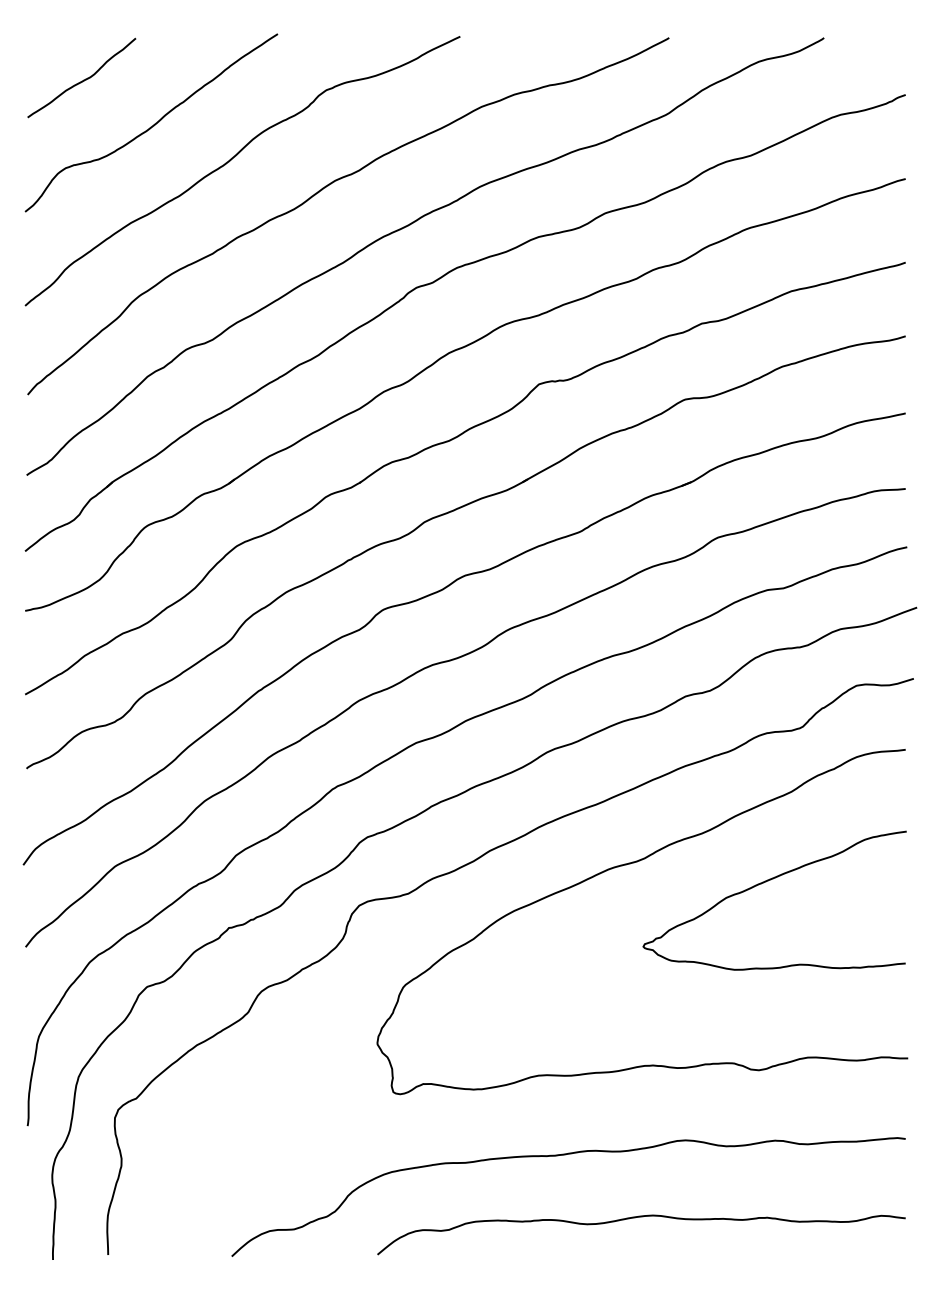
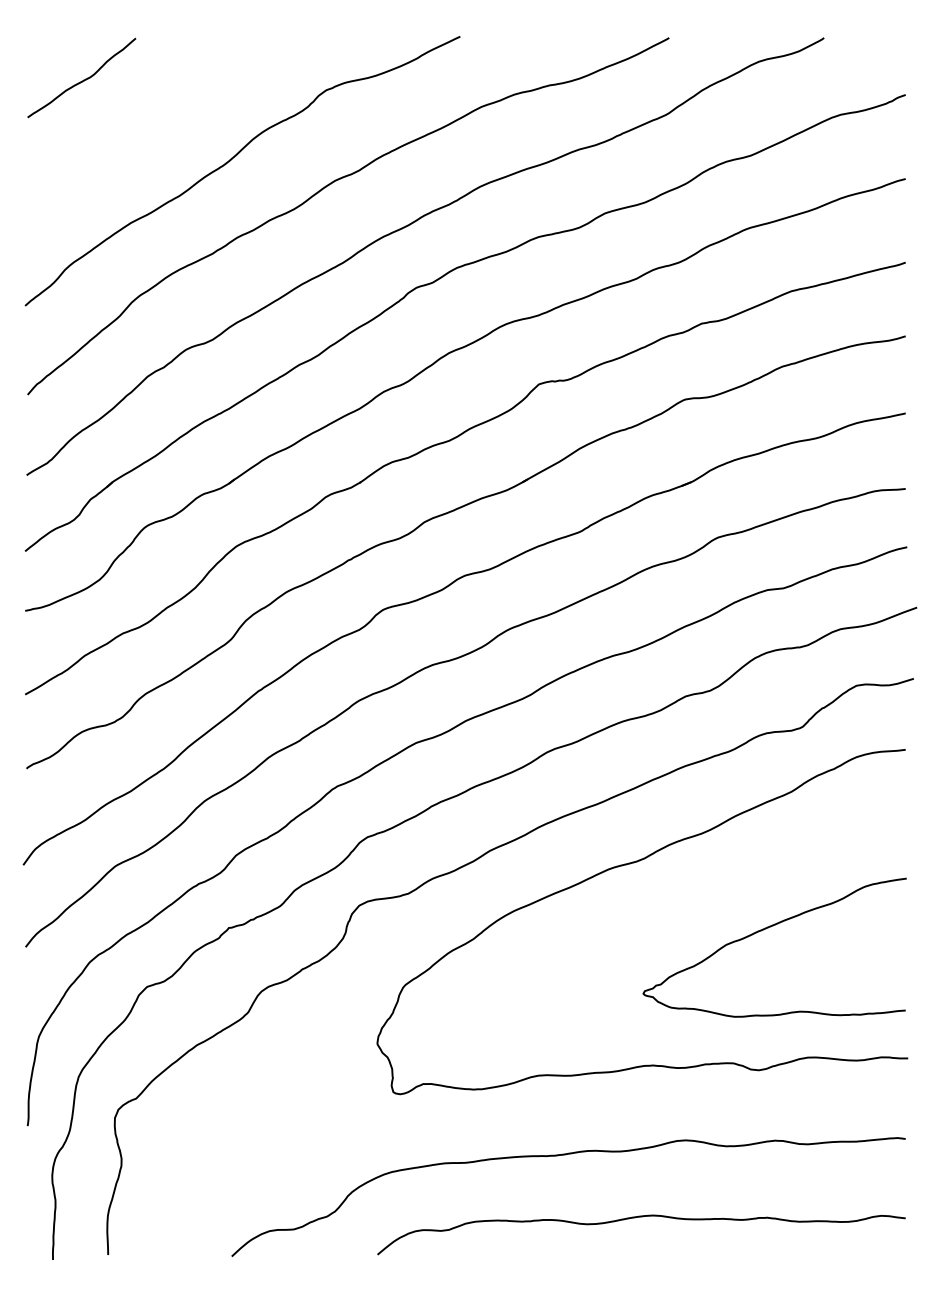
curve at (153, 124): present -> none
curve at (766, 882) position: (766, 882) -> (766, 929)
